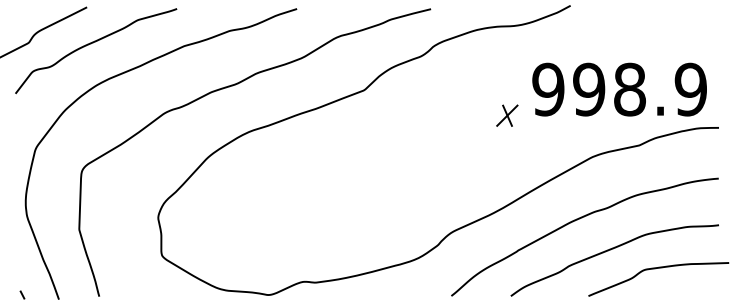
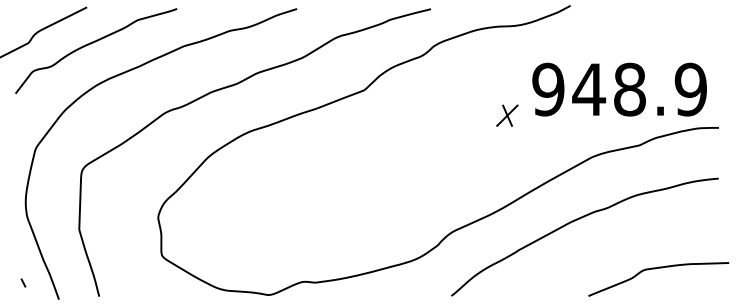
text at (589, 89): 998.9 -> 948.9
curve at (610, 250): present -> none
line at (22, 294) position: (22, 294) -> (23, 282)
